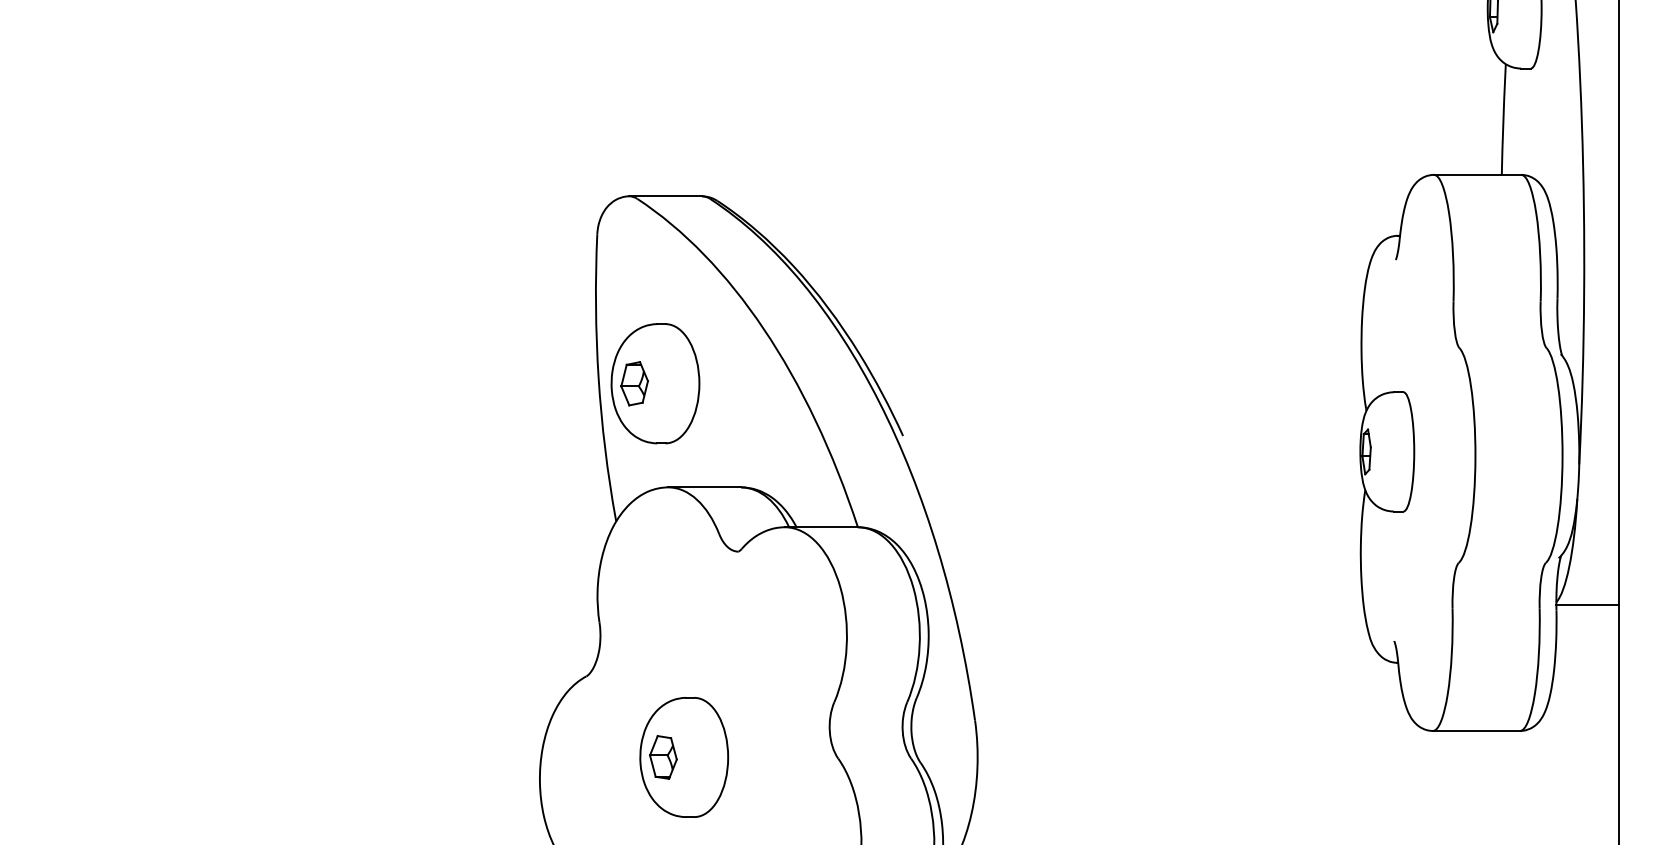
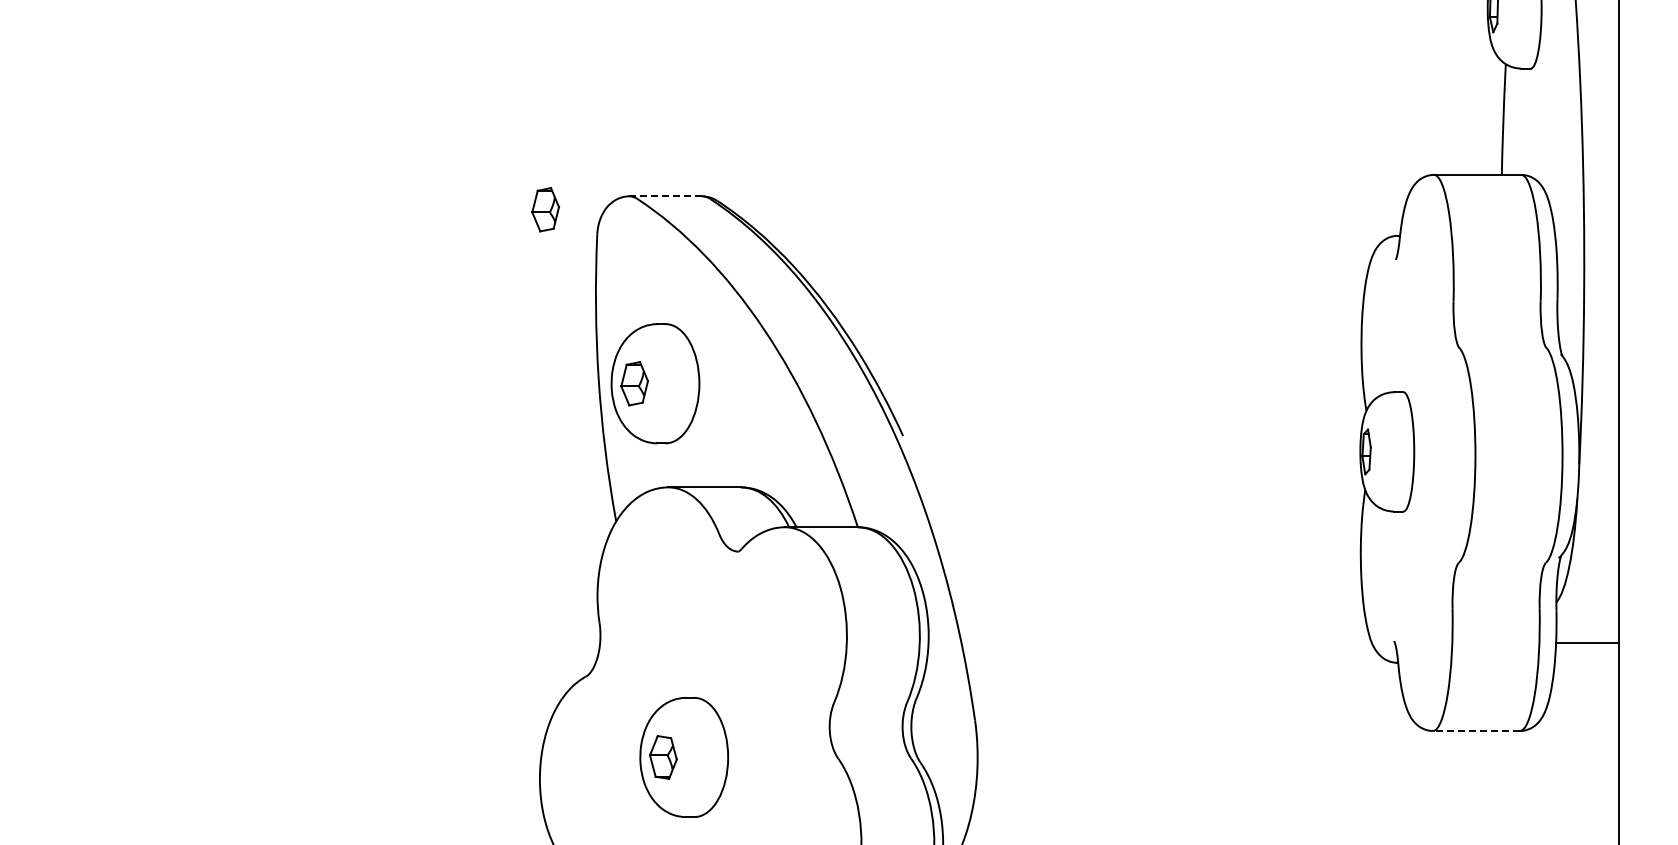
line at (666, 196): solid -> dashed
part at (545, 209): none -> present
line at (1587, 605) position: (1587, 605) -> (1587, 643)
line at (1476, 730): solid -> dashed
